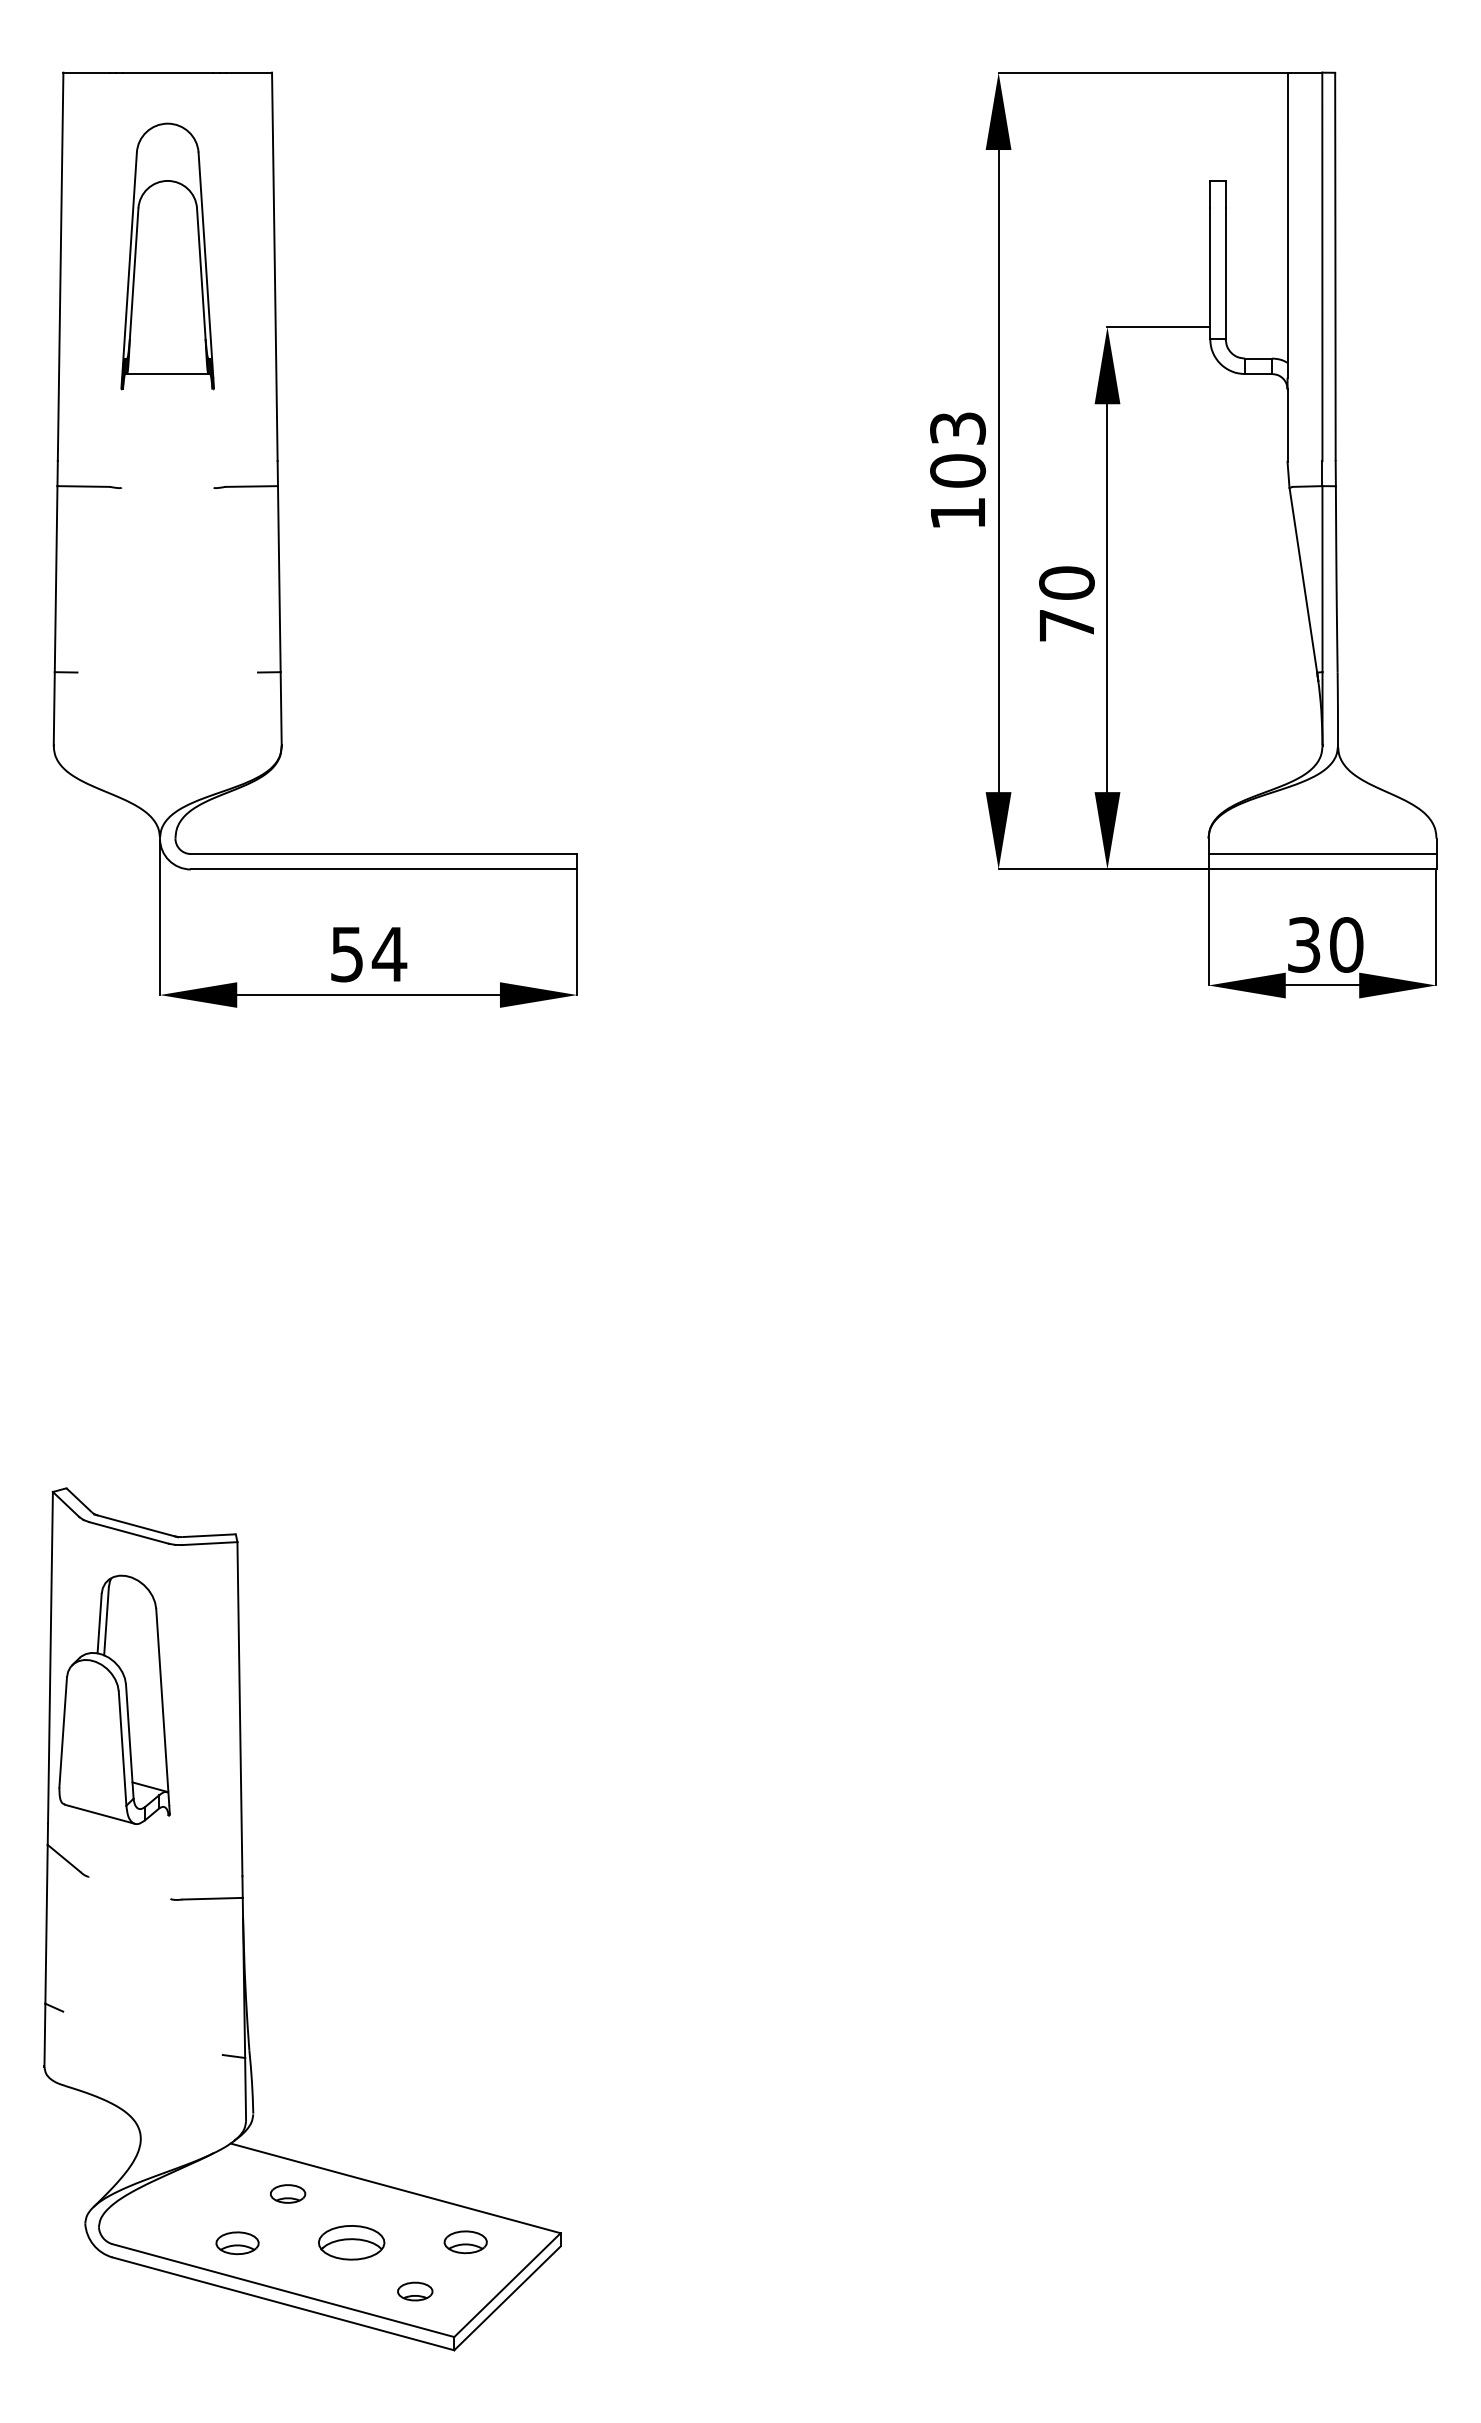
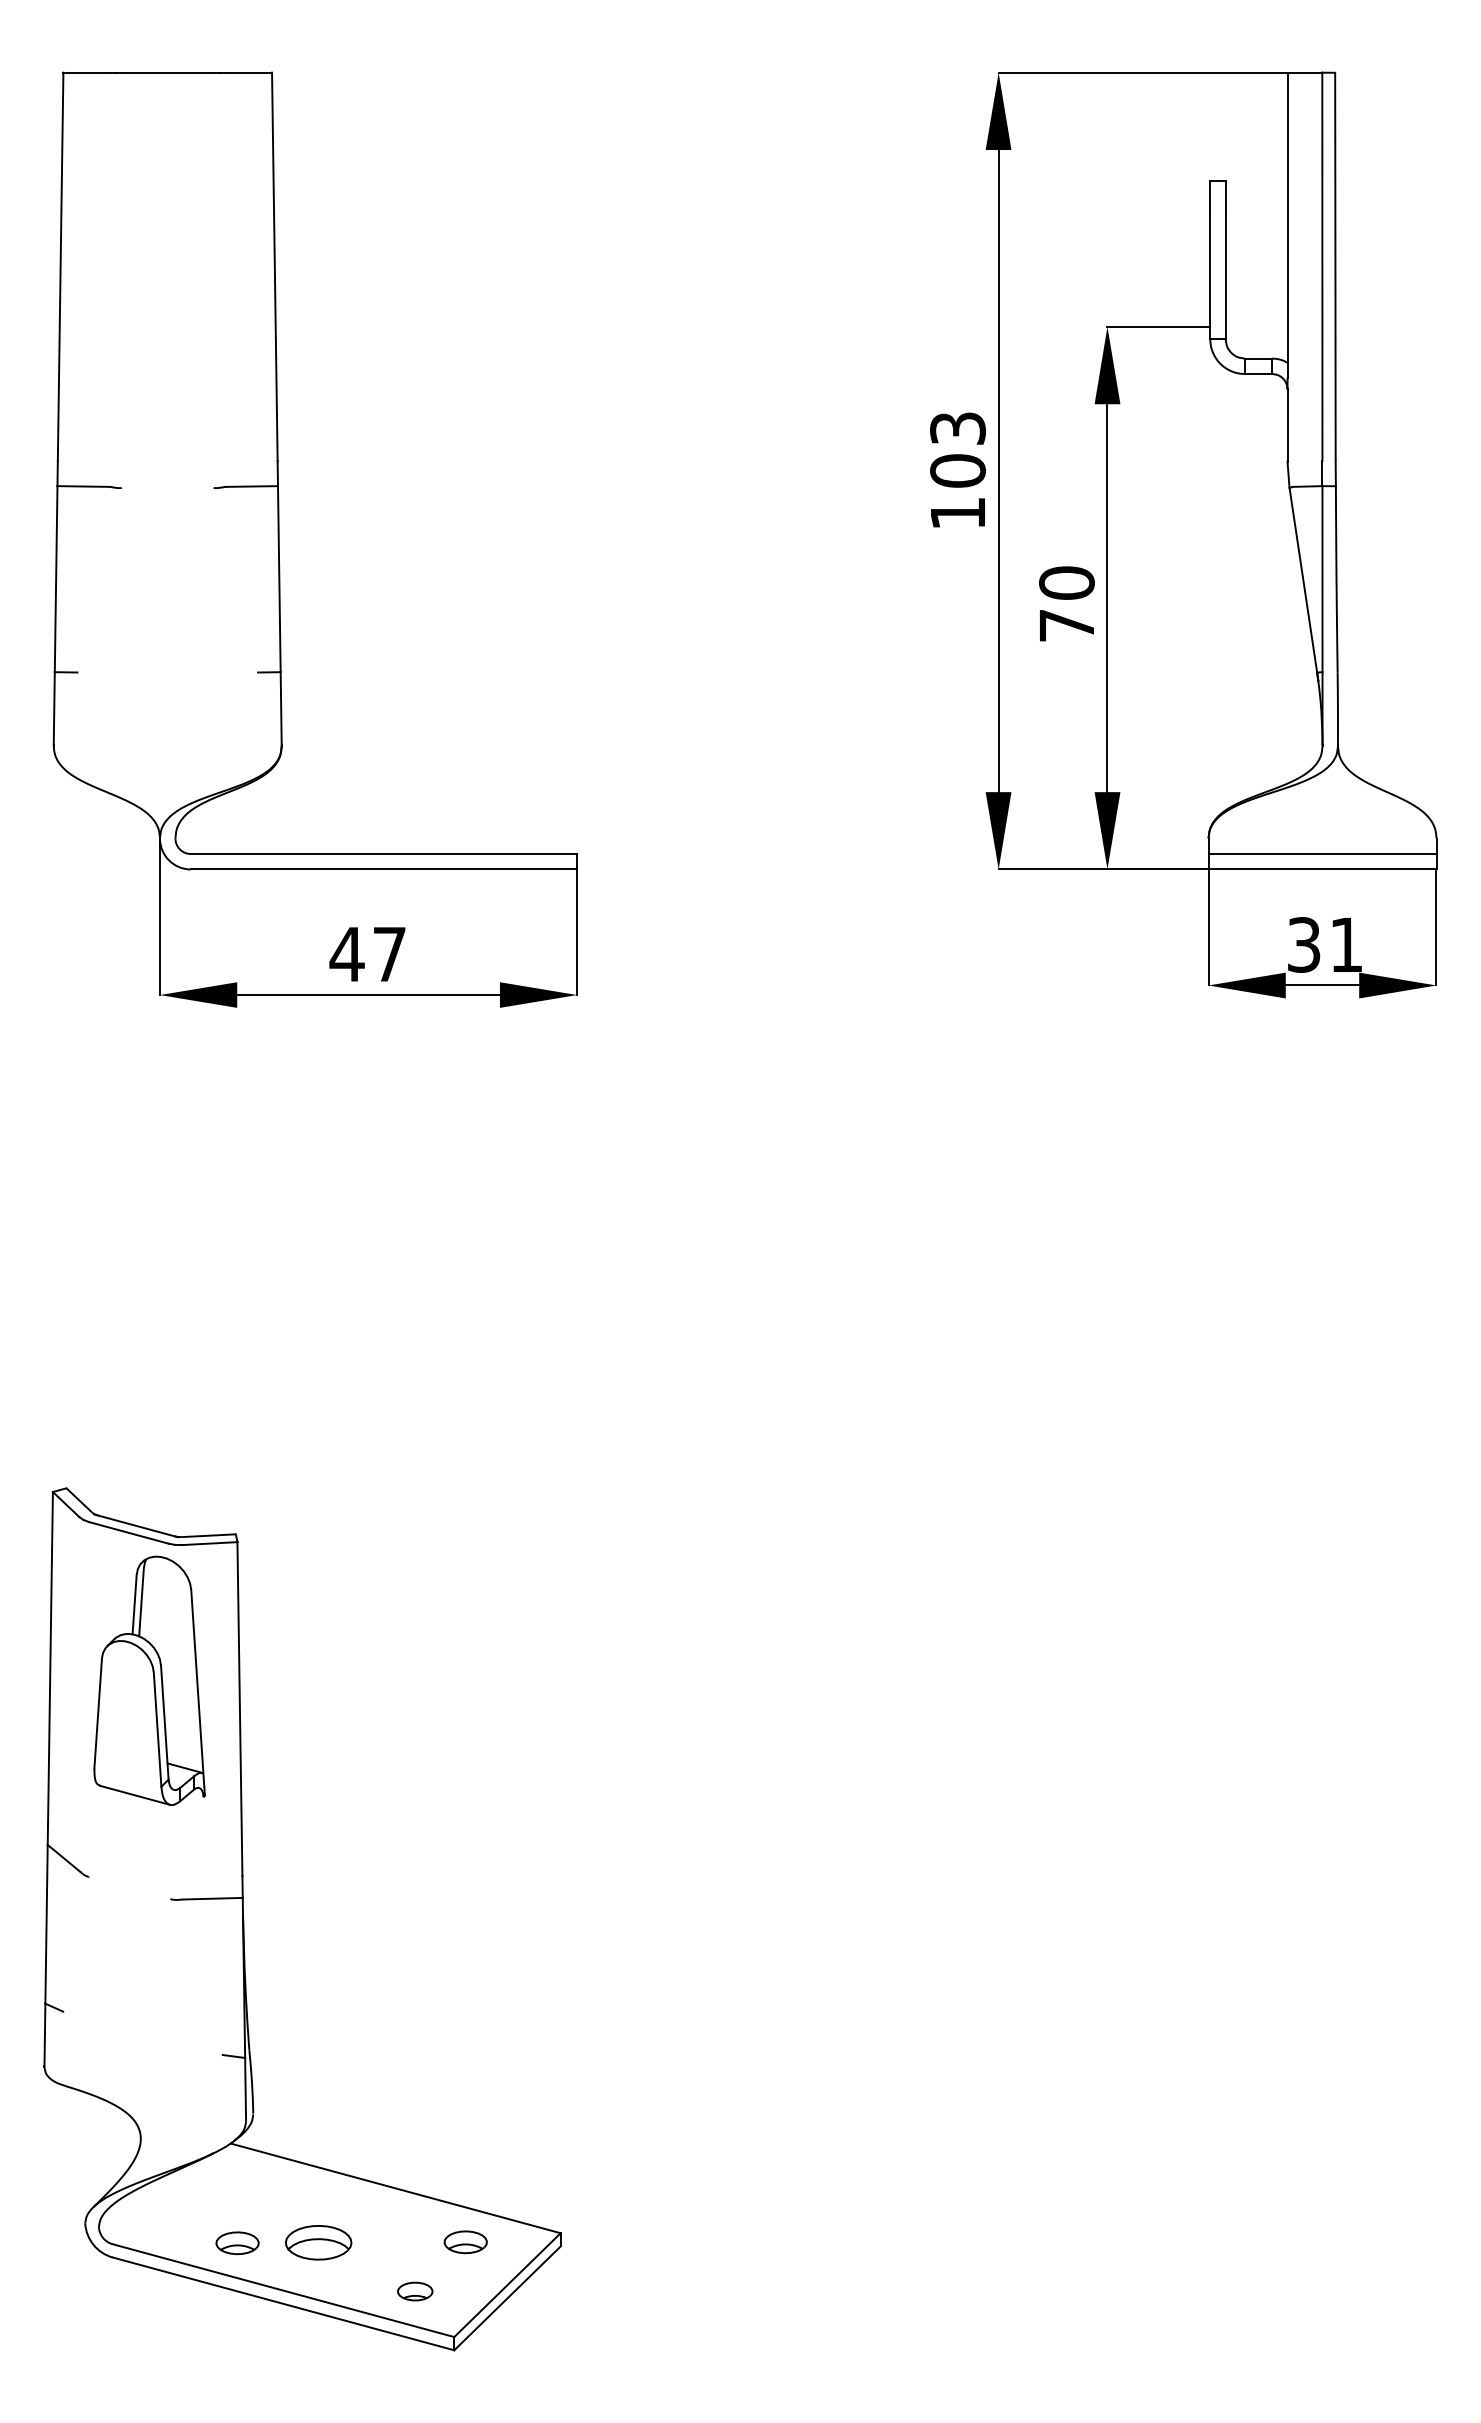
part at (167, 256): present -> none
text at (1346, 944): 30 -> 31
text at (368, 954): 54 -> 47
part at (114, 1699) position: (114, 1699) -> (149, 1680)
part at (288, 2193): present -> none
part at (351, 2242) position: (351, 2242) -> (318, 2242)
